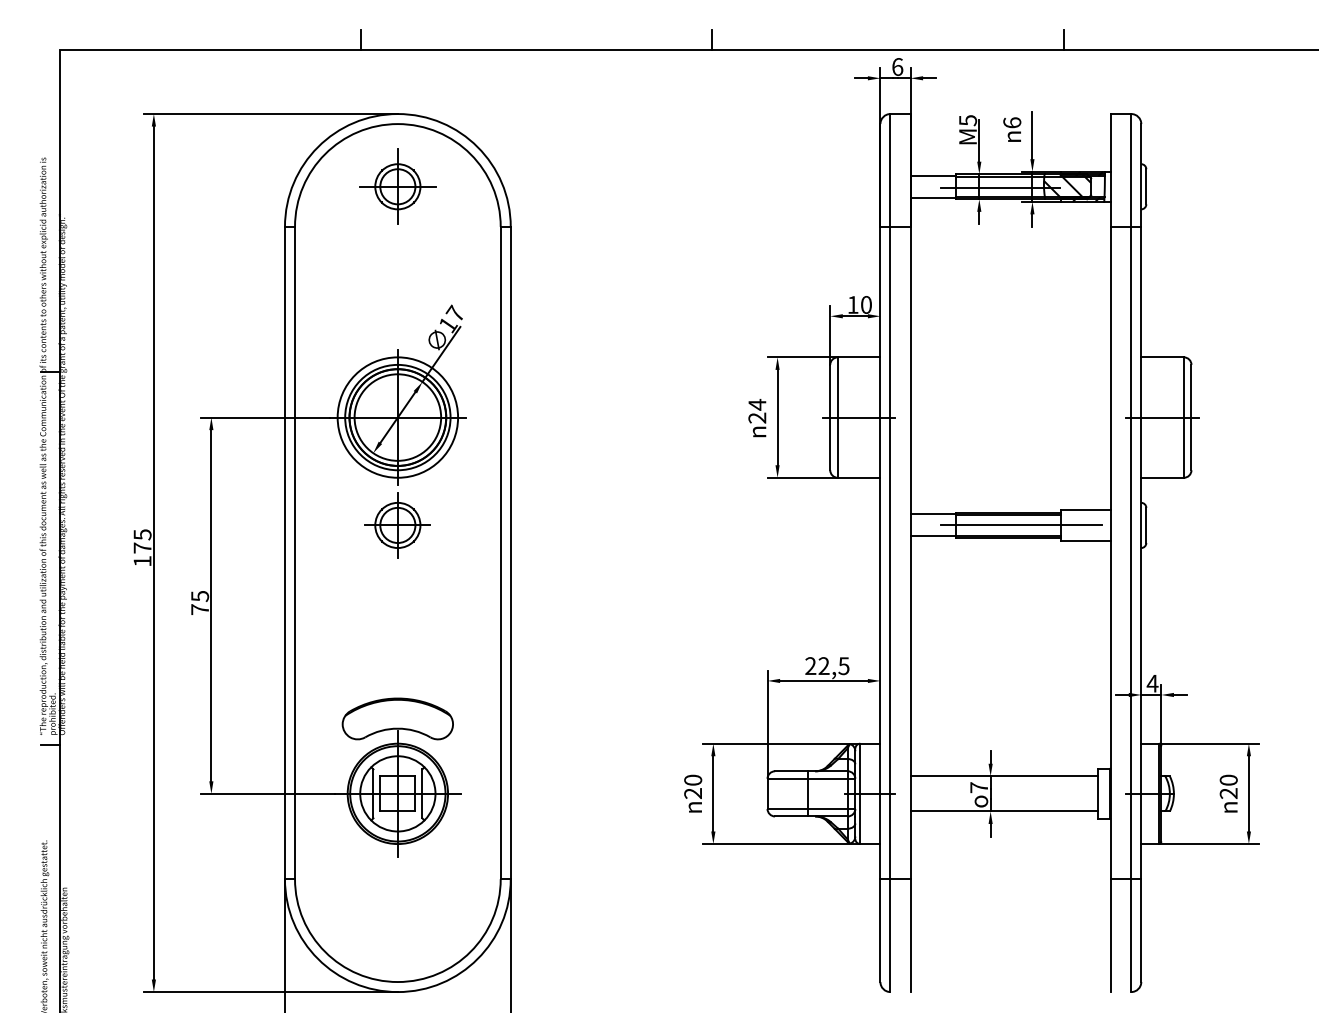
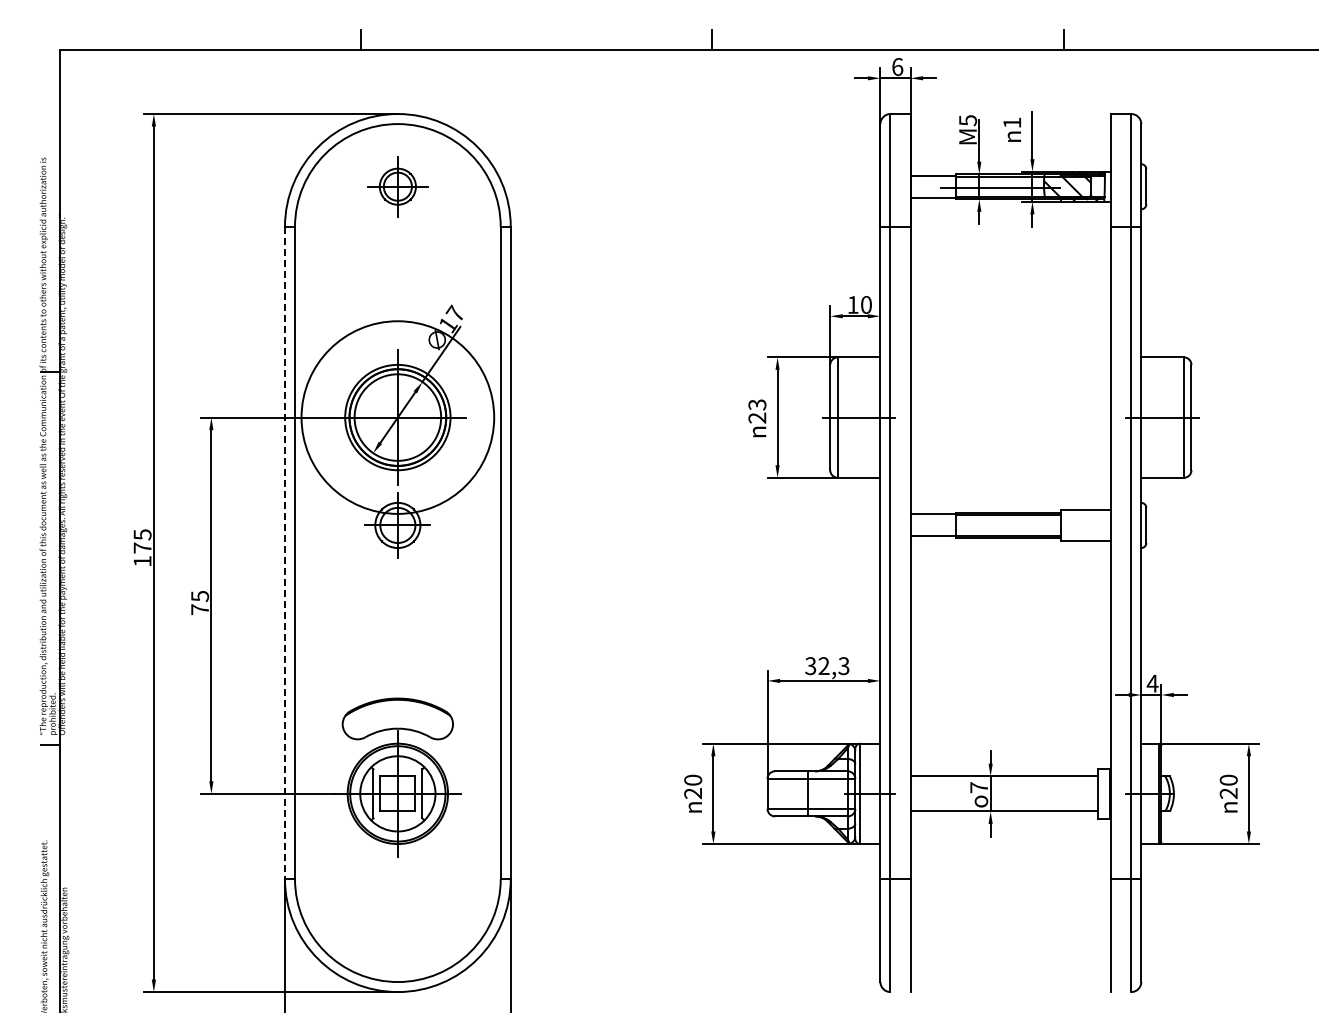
text at (1012, 122): 6 -> 1
part at (397, 186) size: 78x77 px -> 62x62 px
text at (757, 404): 24 -> 23
circle at (397, 417) diameter: 120 px -> 193 px
line at (1021, 525): present -> none
line at (284, 553): solid -> dashed
text at (827, 666): 22,5 -> 32,3
